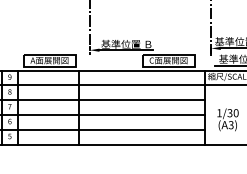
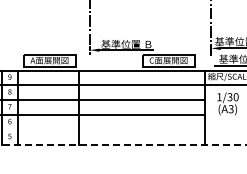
text at (227, 119) position: (227, 119) -> (227, 103)
line at (103, 129): present -> none
line at (123, 144): solid -> dashed
